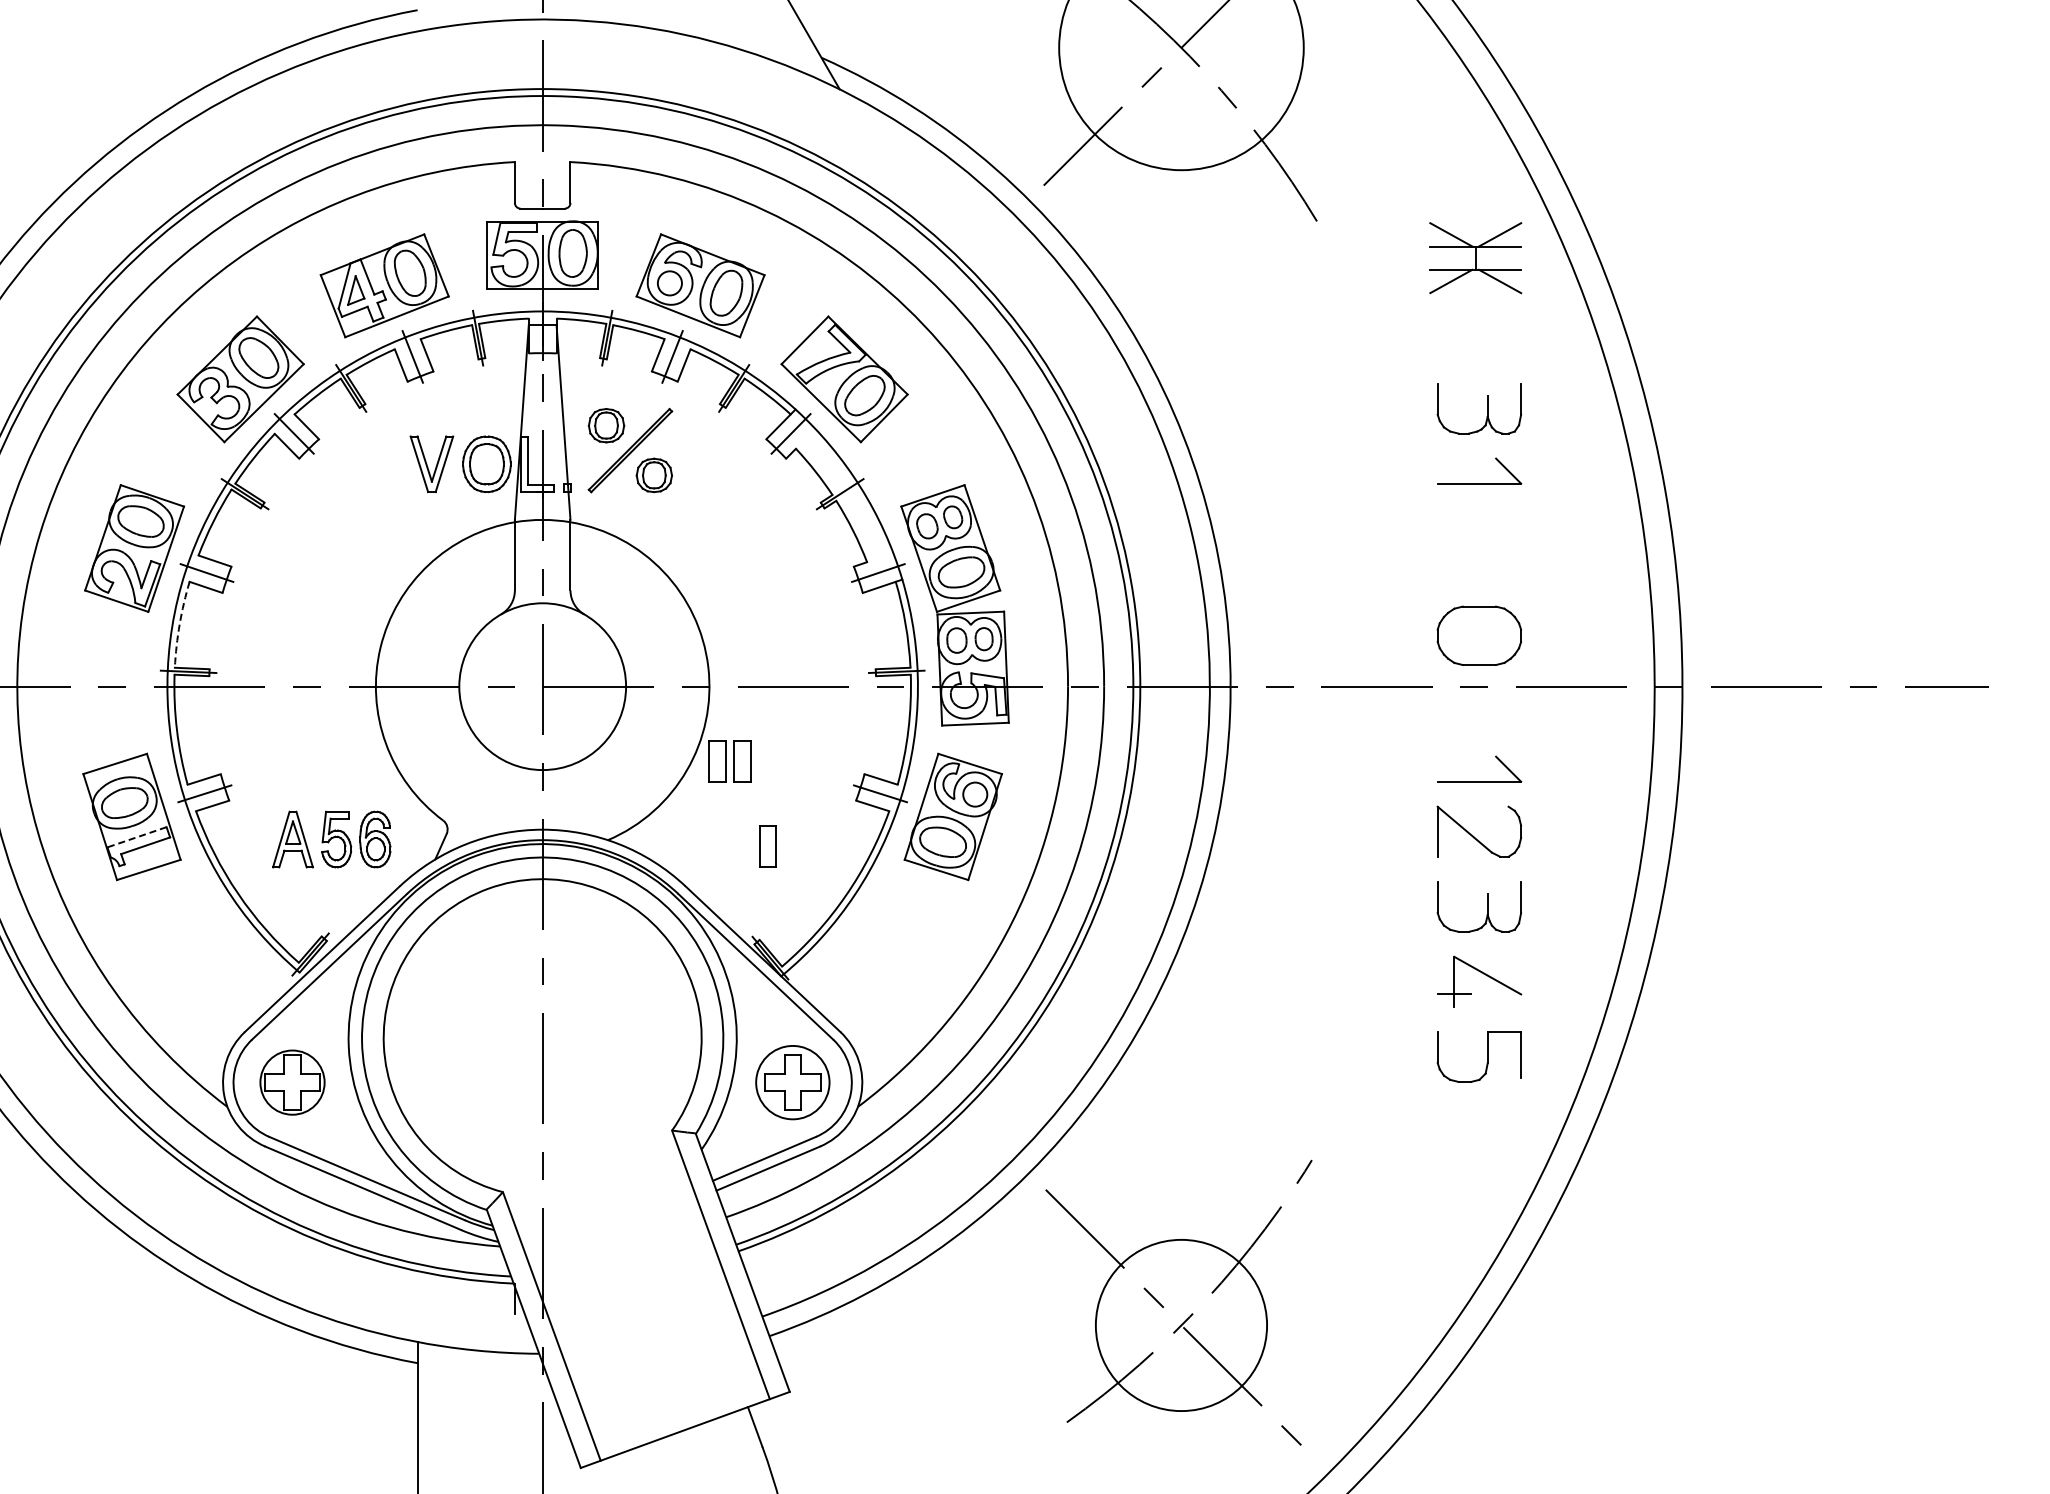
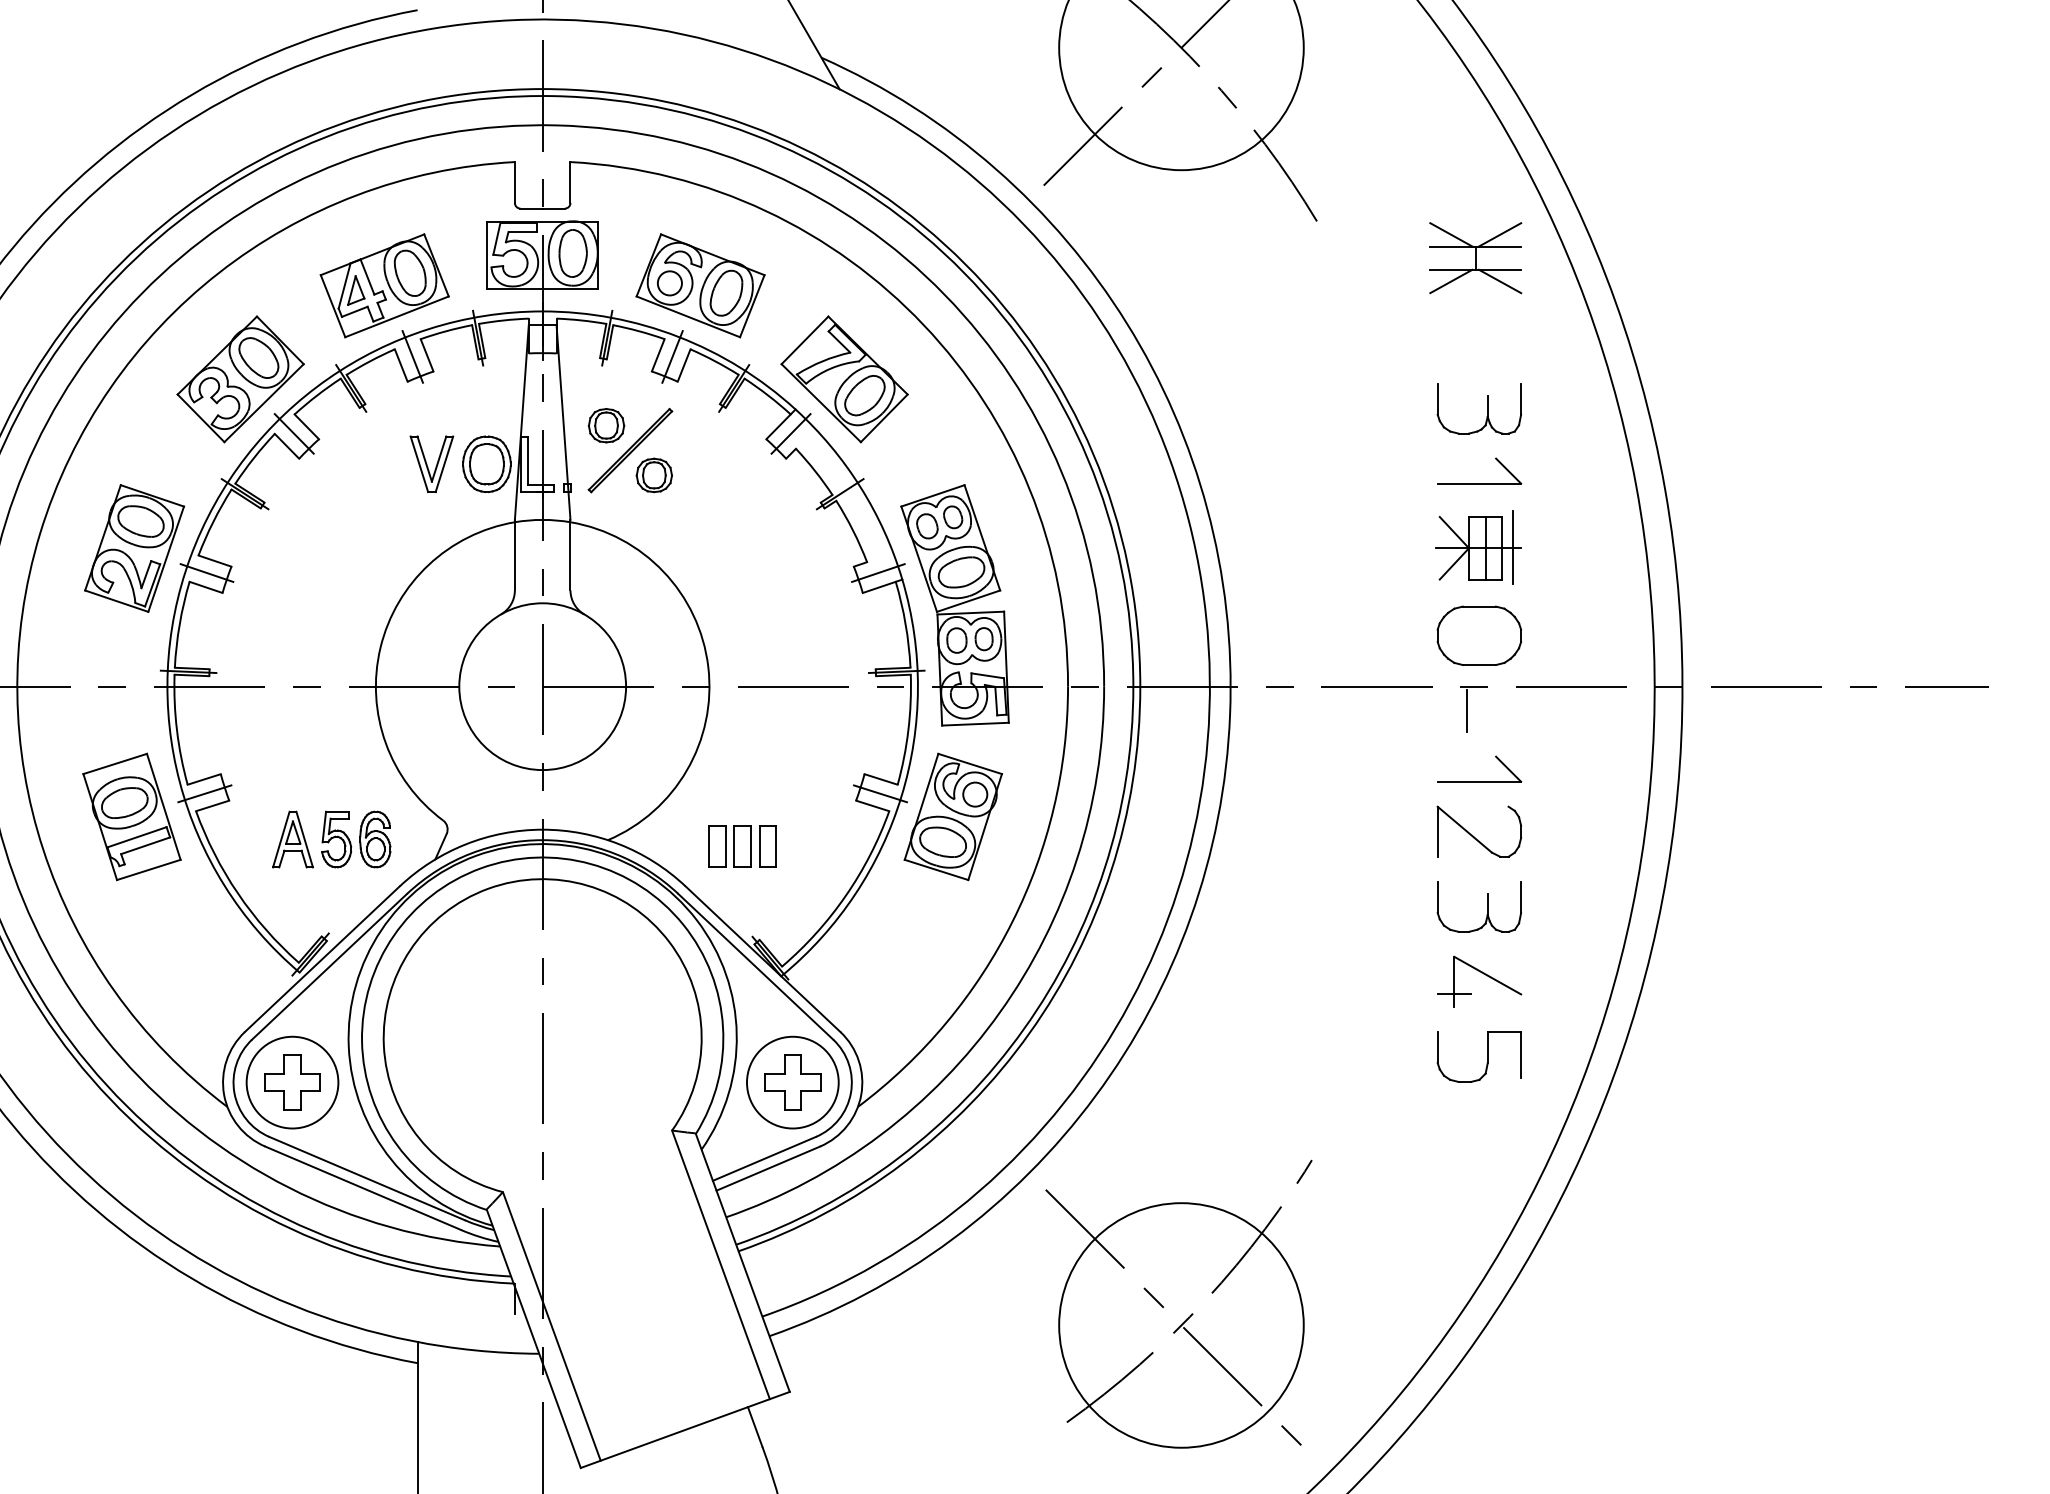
part at (1478, 547): none -> present
arc at (179, 624): dashed -> solid
line at (1466, 710): none -> present
part at (729, 761) position: (729, 761) -> (729, 846)
line at (136, 837): dashed -> solid
circle at (292, 1082) diameter: 64 px -> 92 px
circle at (792, 1082) diameter: 73 px -> 92 px
circle at (1181, 1325) diameter: 171 px -> 245 px
